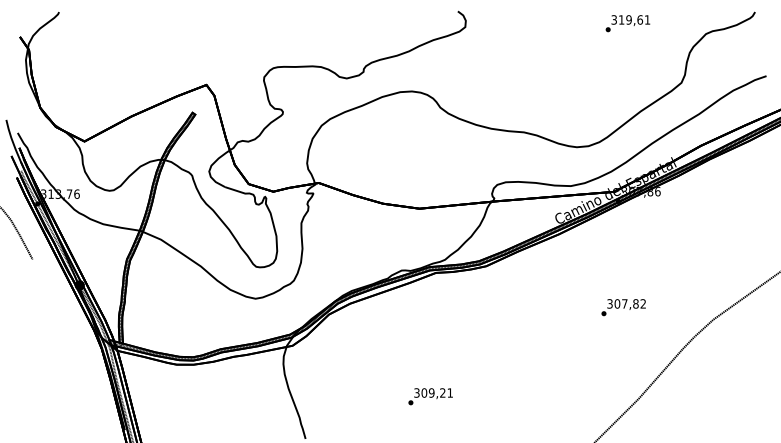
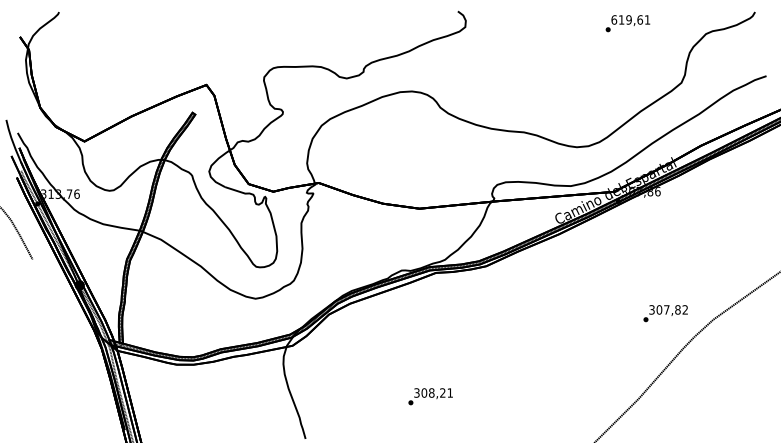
text at (614, 19): 319,61 -> 619,61
text at (623, 307) position: (623, 307) -> (665, 313)
text at (431, 392): 309,21 -> 308,21
